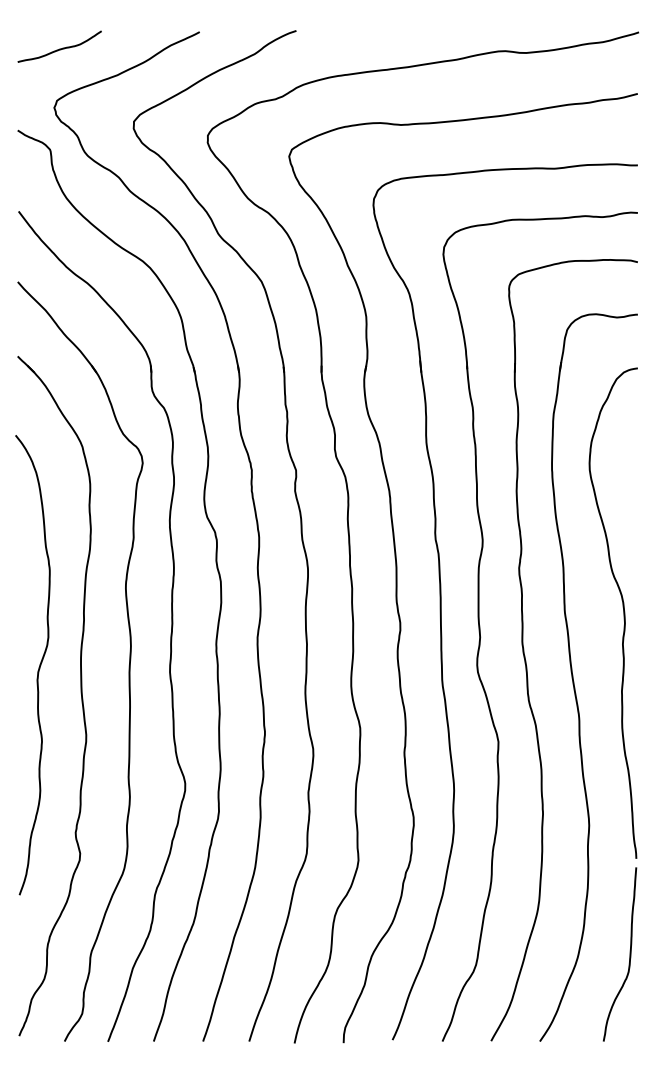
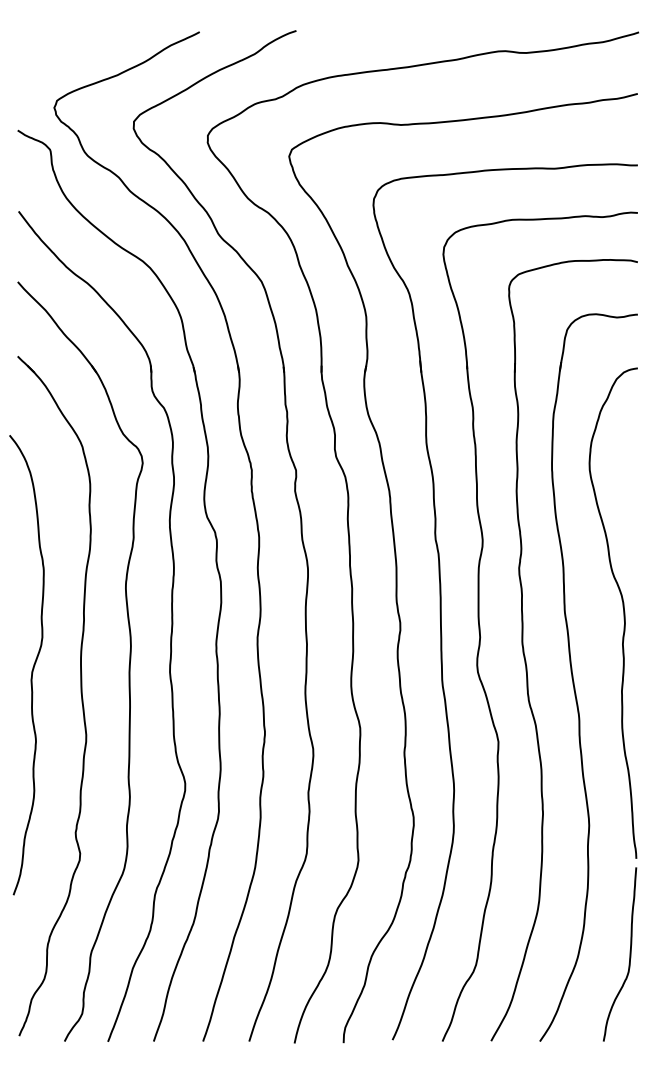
curve at (59, 48): present -> none
curve at (38, 667) position: (38, 667) -> (32, 667)
